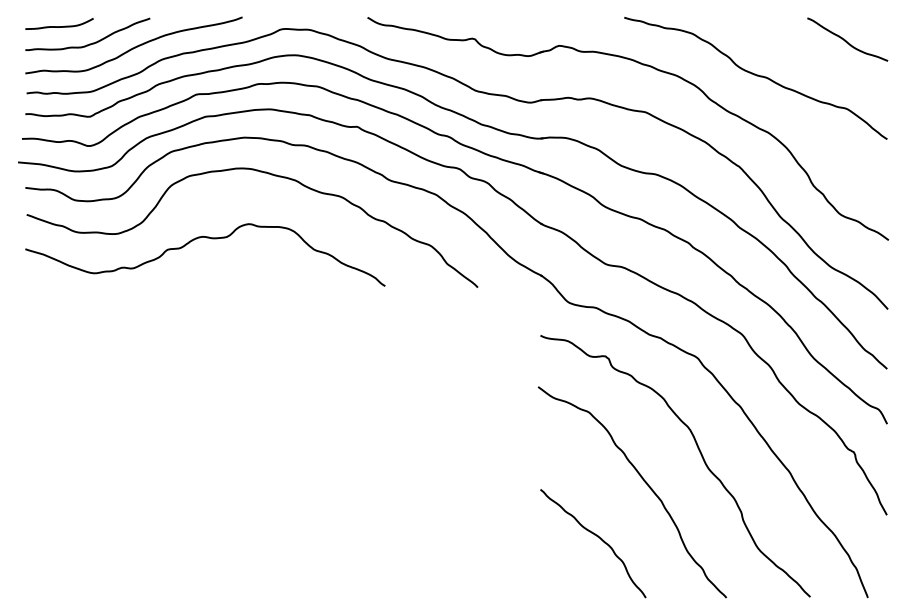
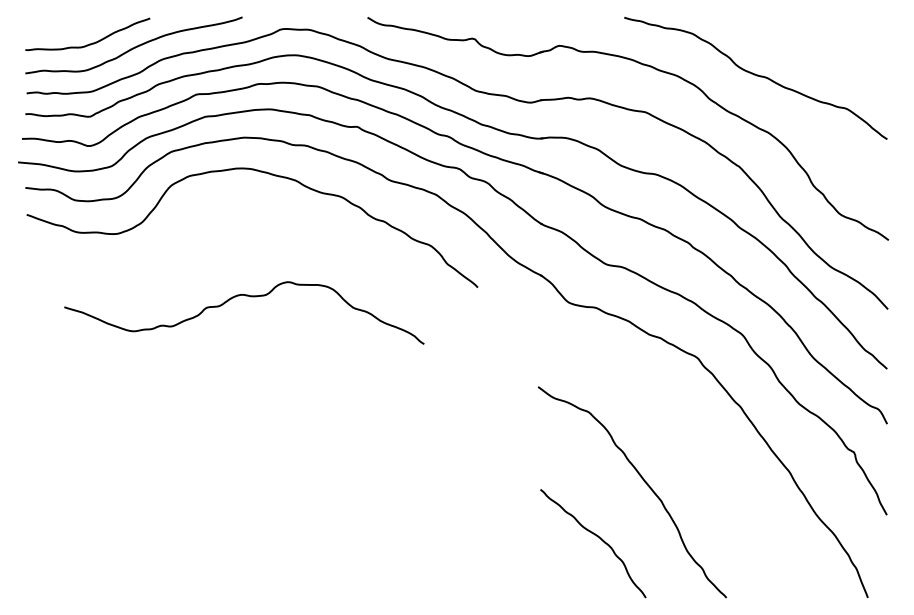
curve at (59, 26): present -> none
curve at (846, 40): present -> none
curve at (206, 238) position: (206, 238) -> (245, 296)
curve at (701, 457): present -> none
